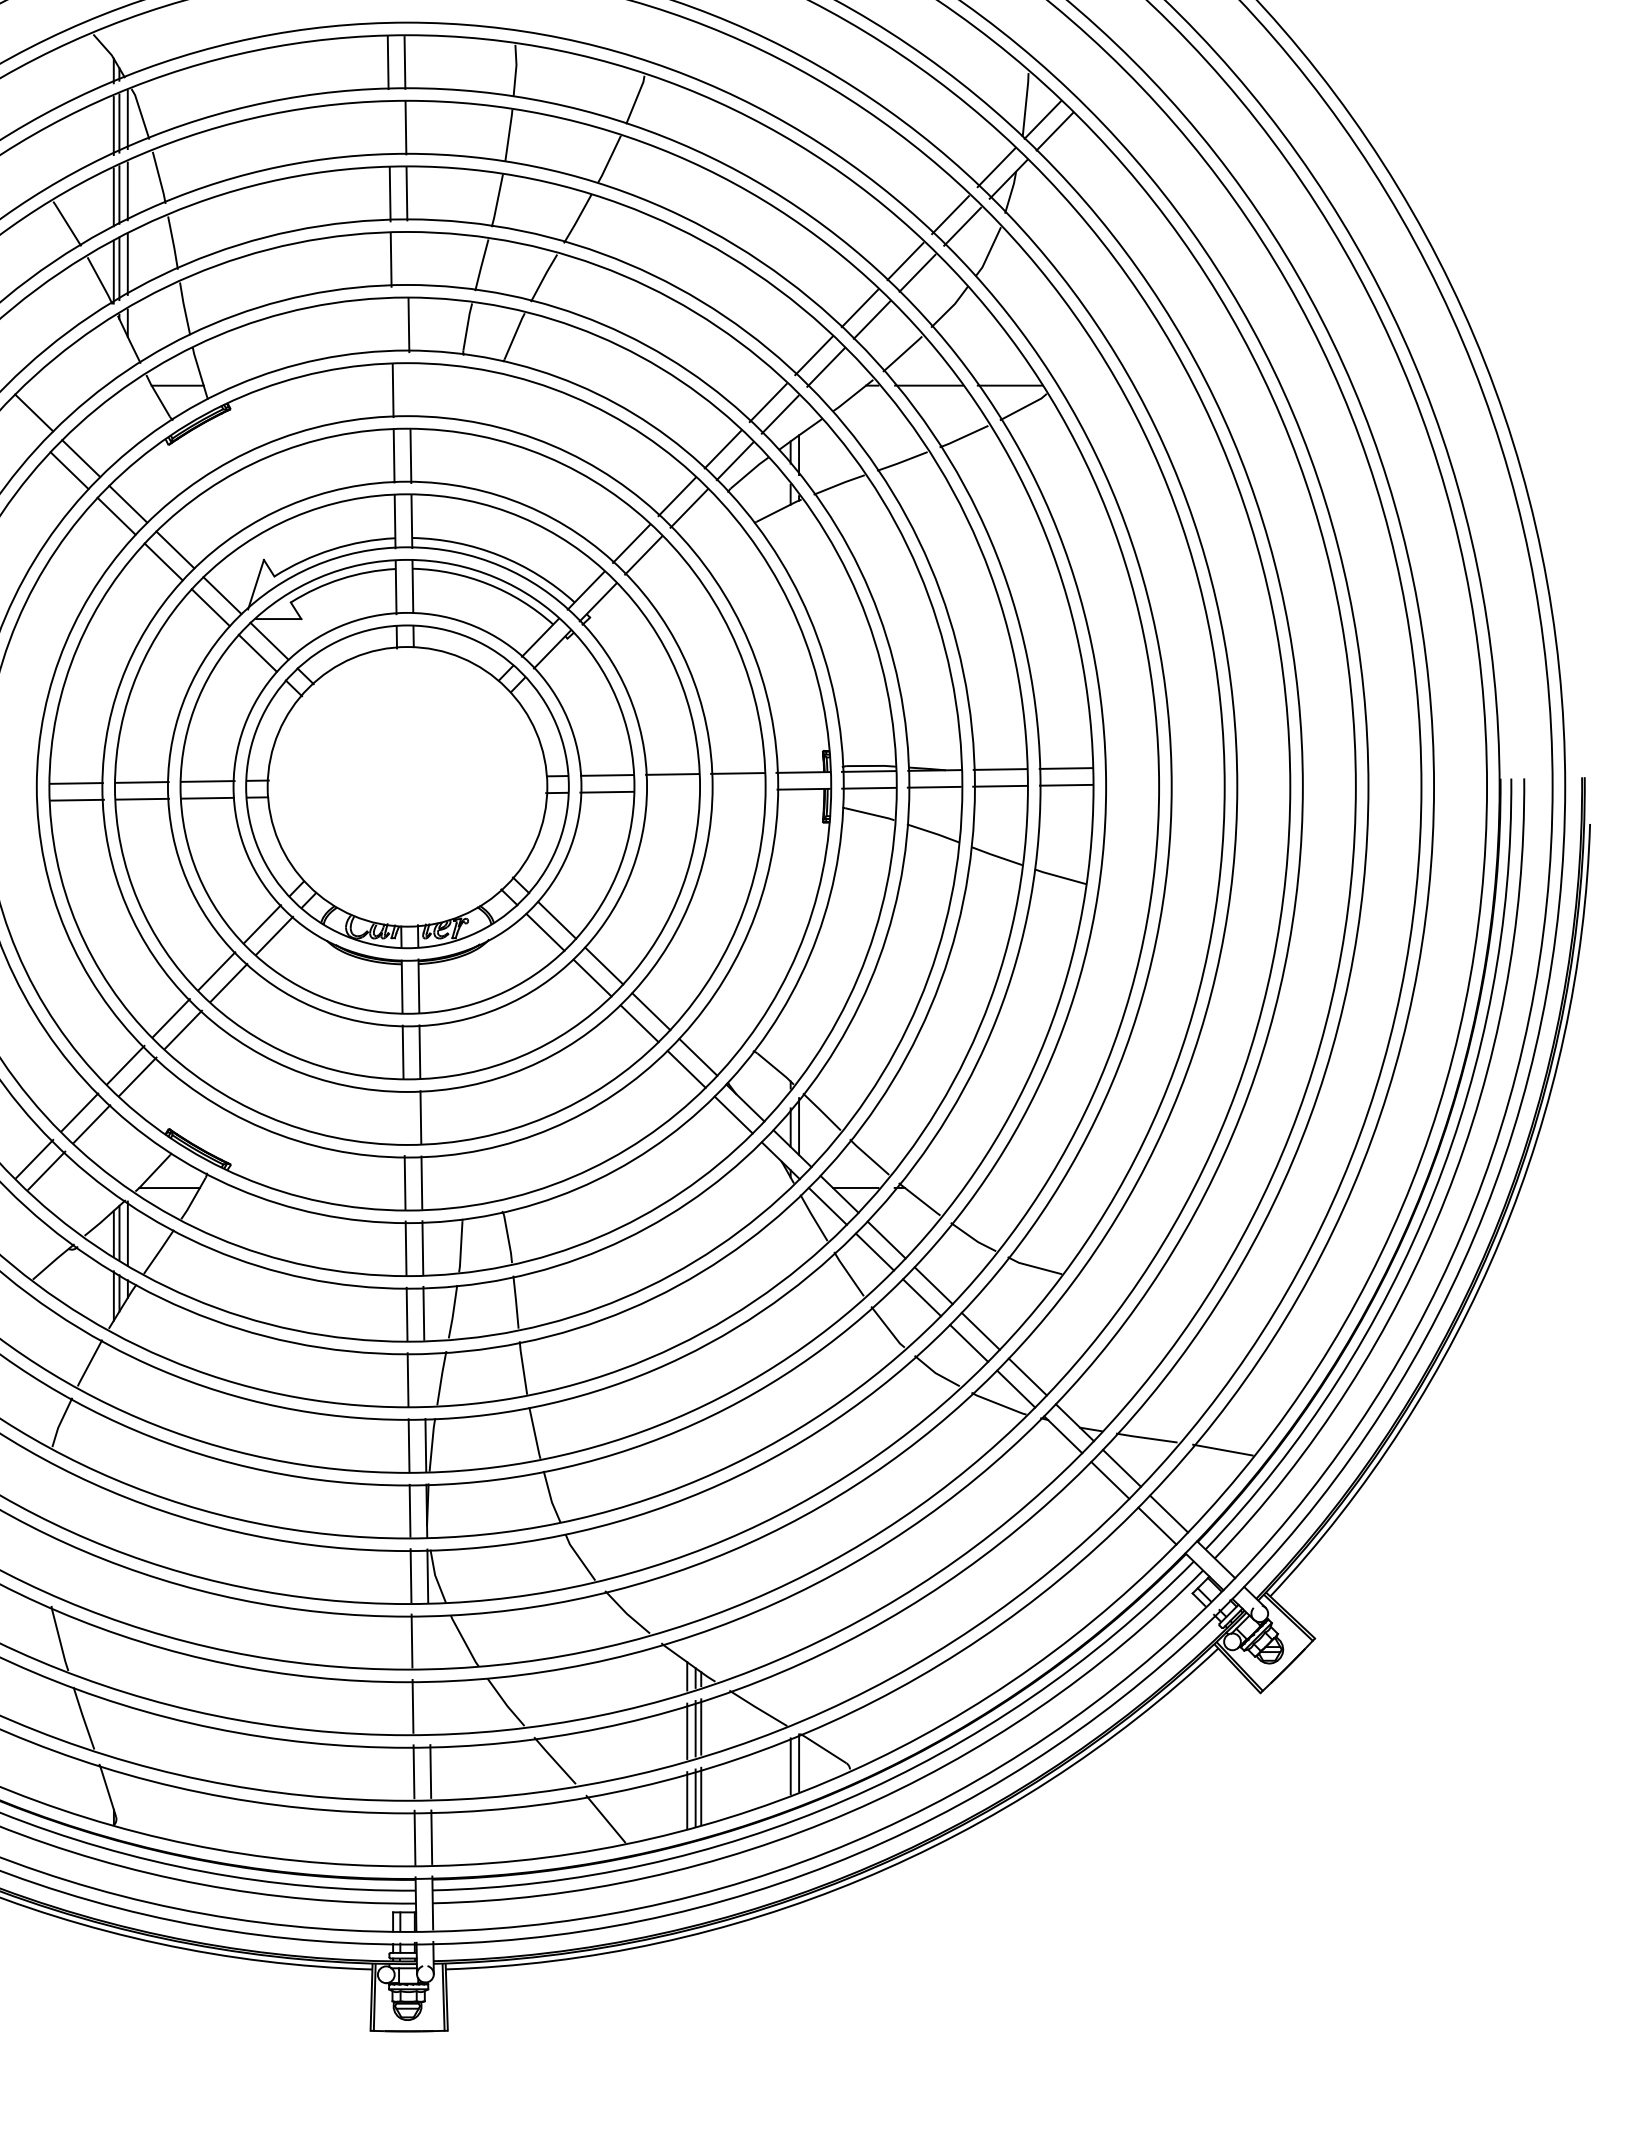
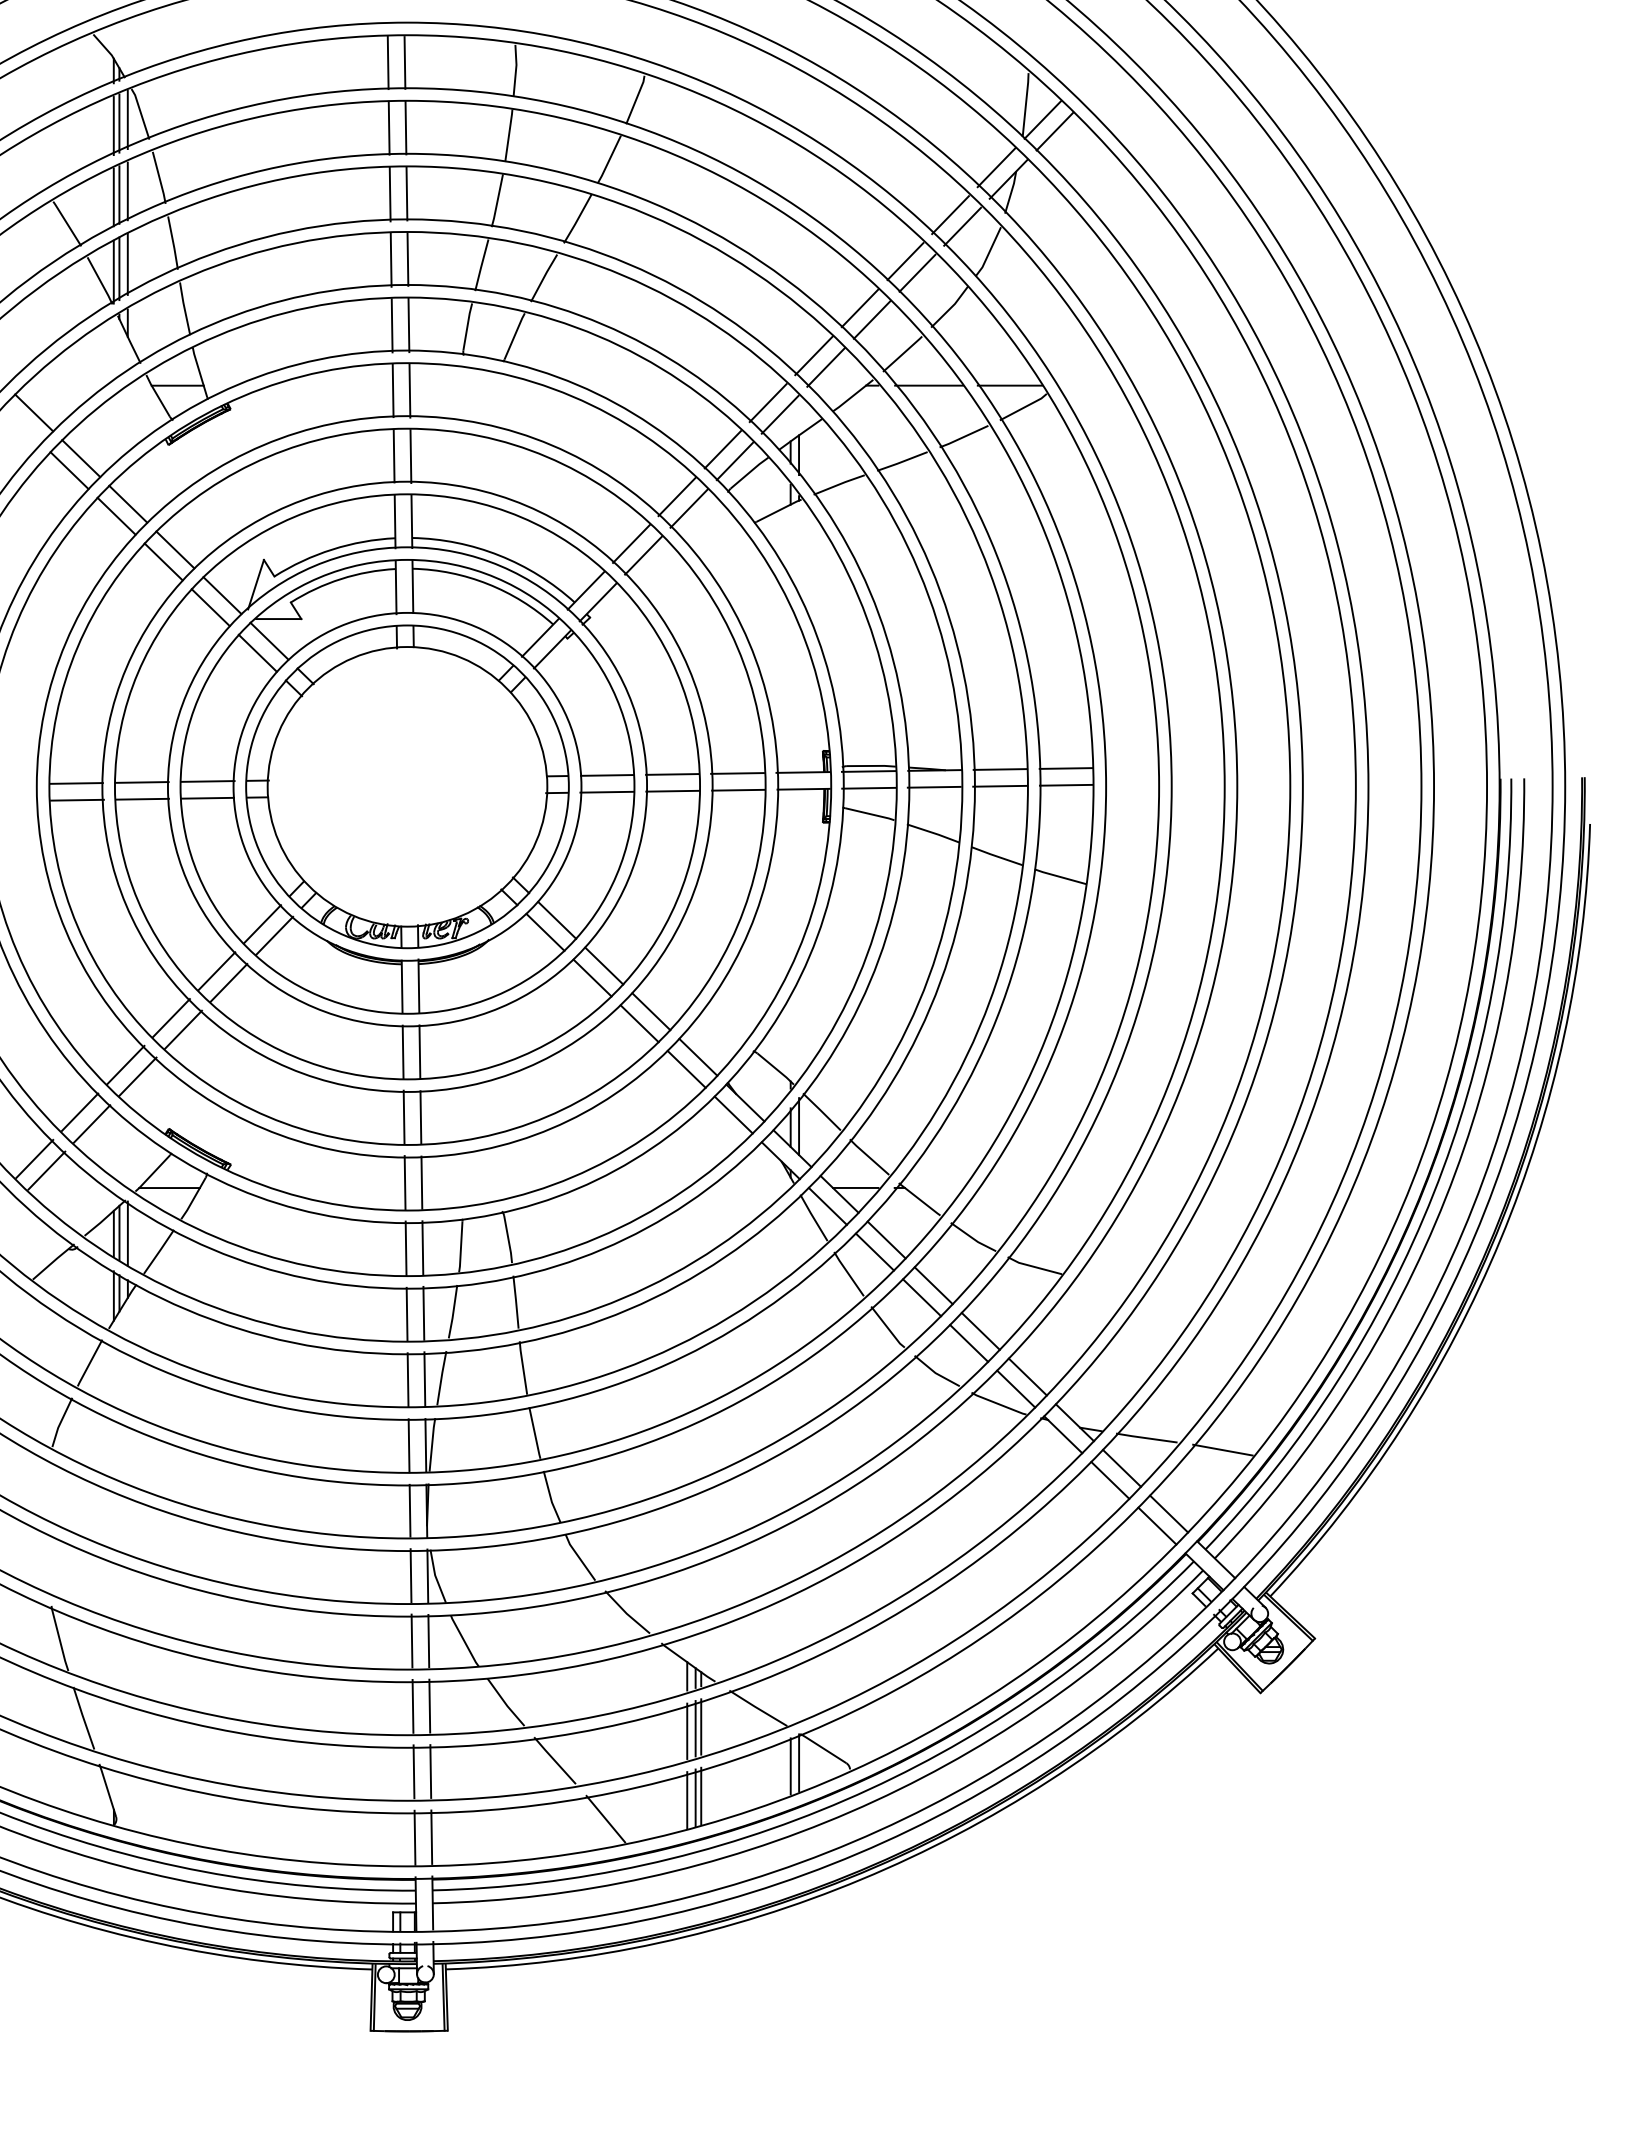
line at (388, 127): none -> present
line at (407, 259): none -> present
line at (391, 325): none -> present
line at (409, 390): none -> present
line at (738, 789): none -> present
line at (672, 790): none -> present
line at (403, 1116): none -> present
line at (424, 1379): none -> present
line at (428, 1640): none -> present
line at (429, 1705): none -> present
